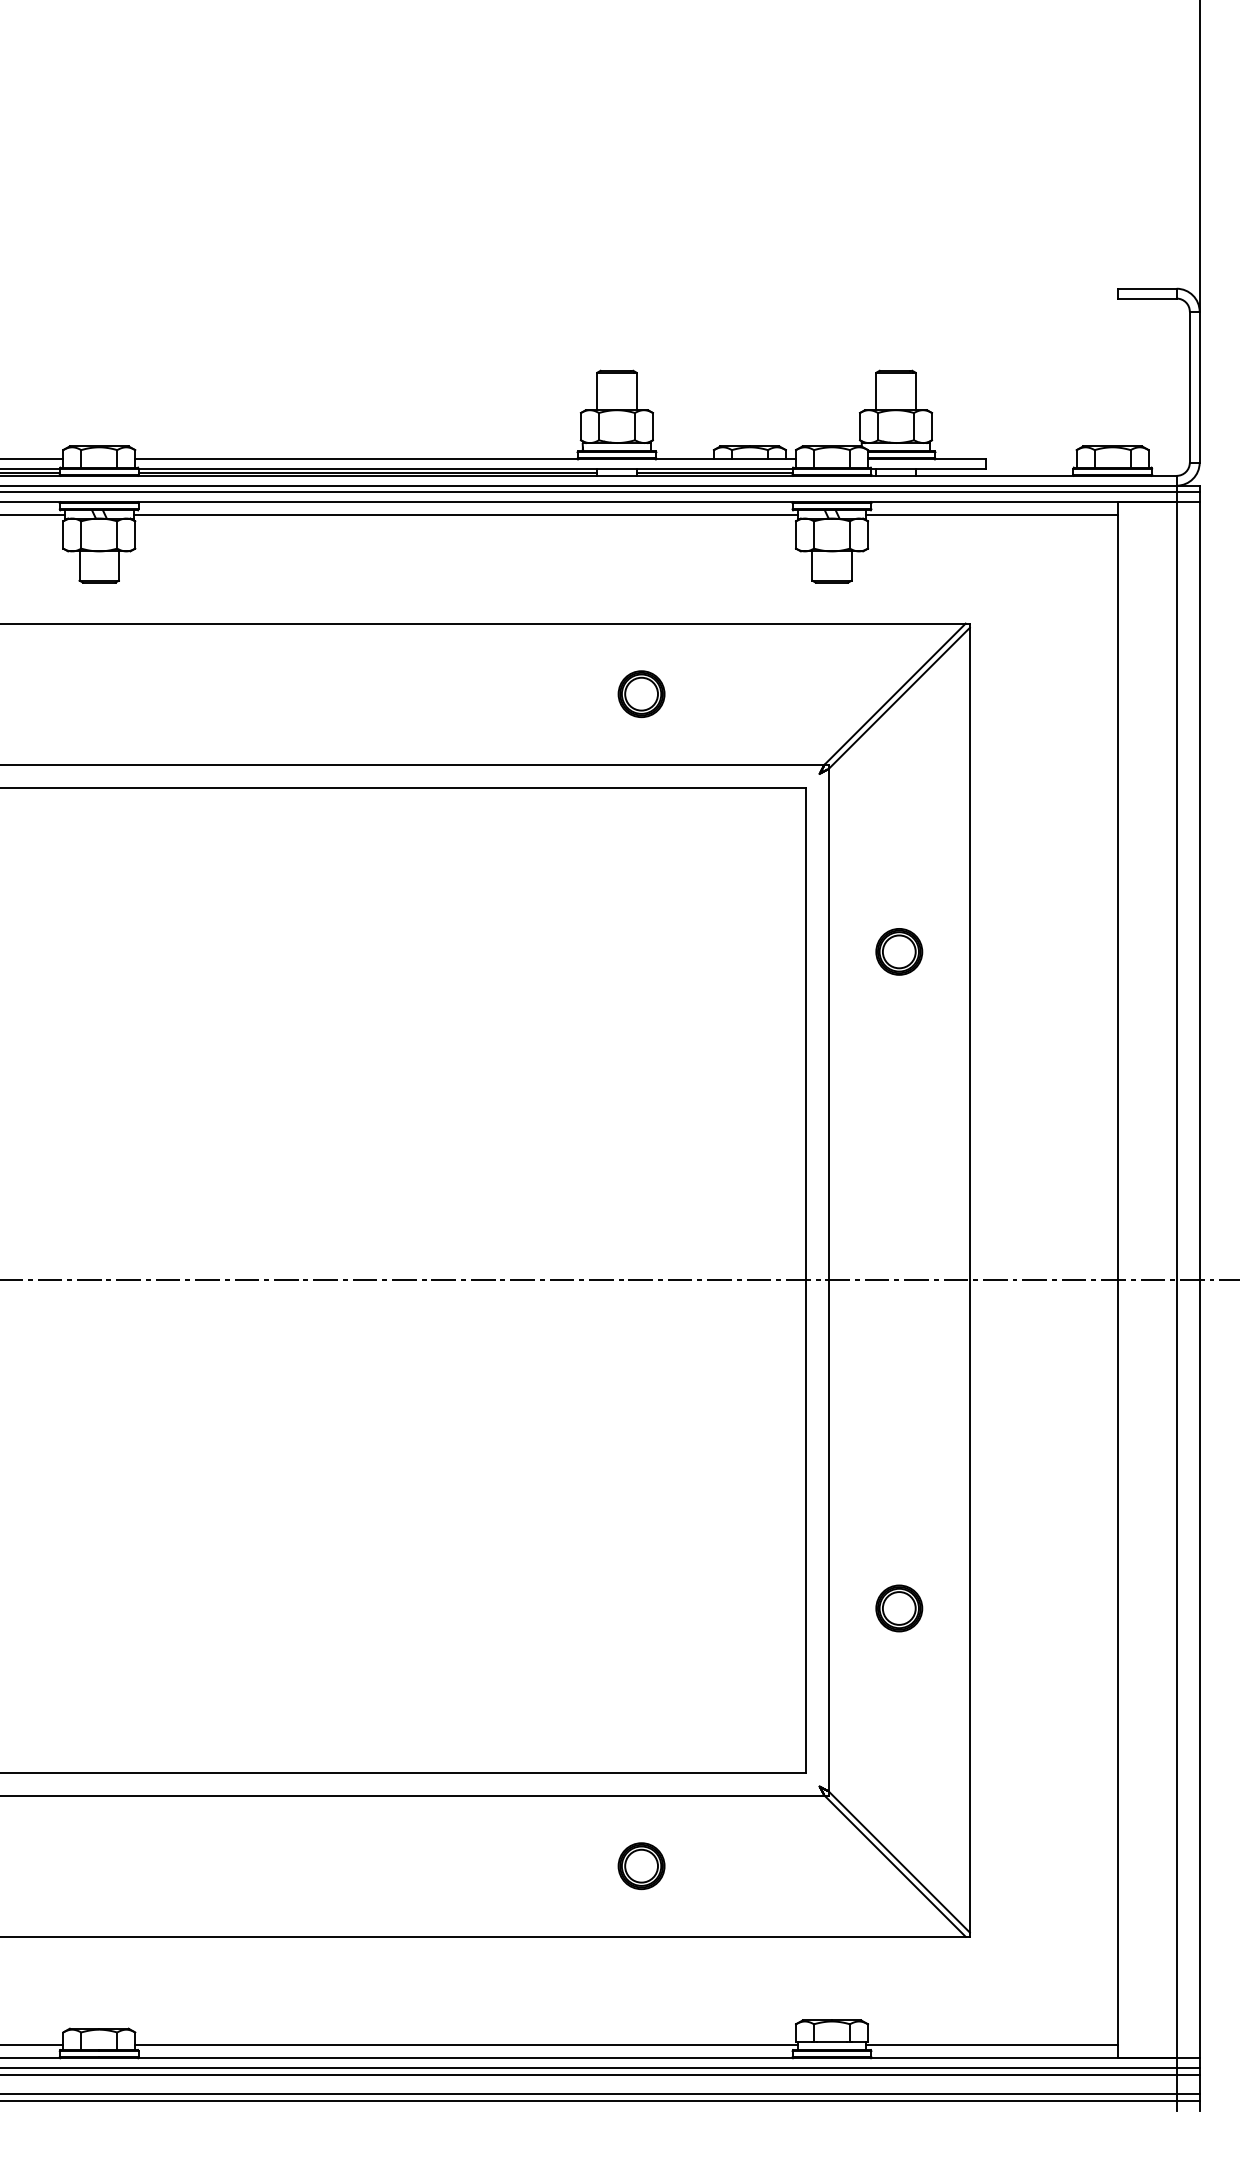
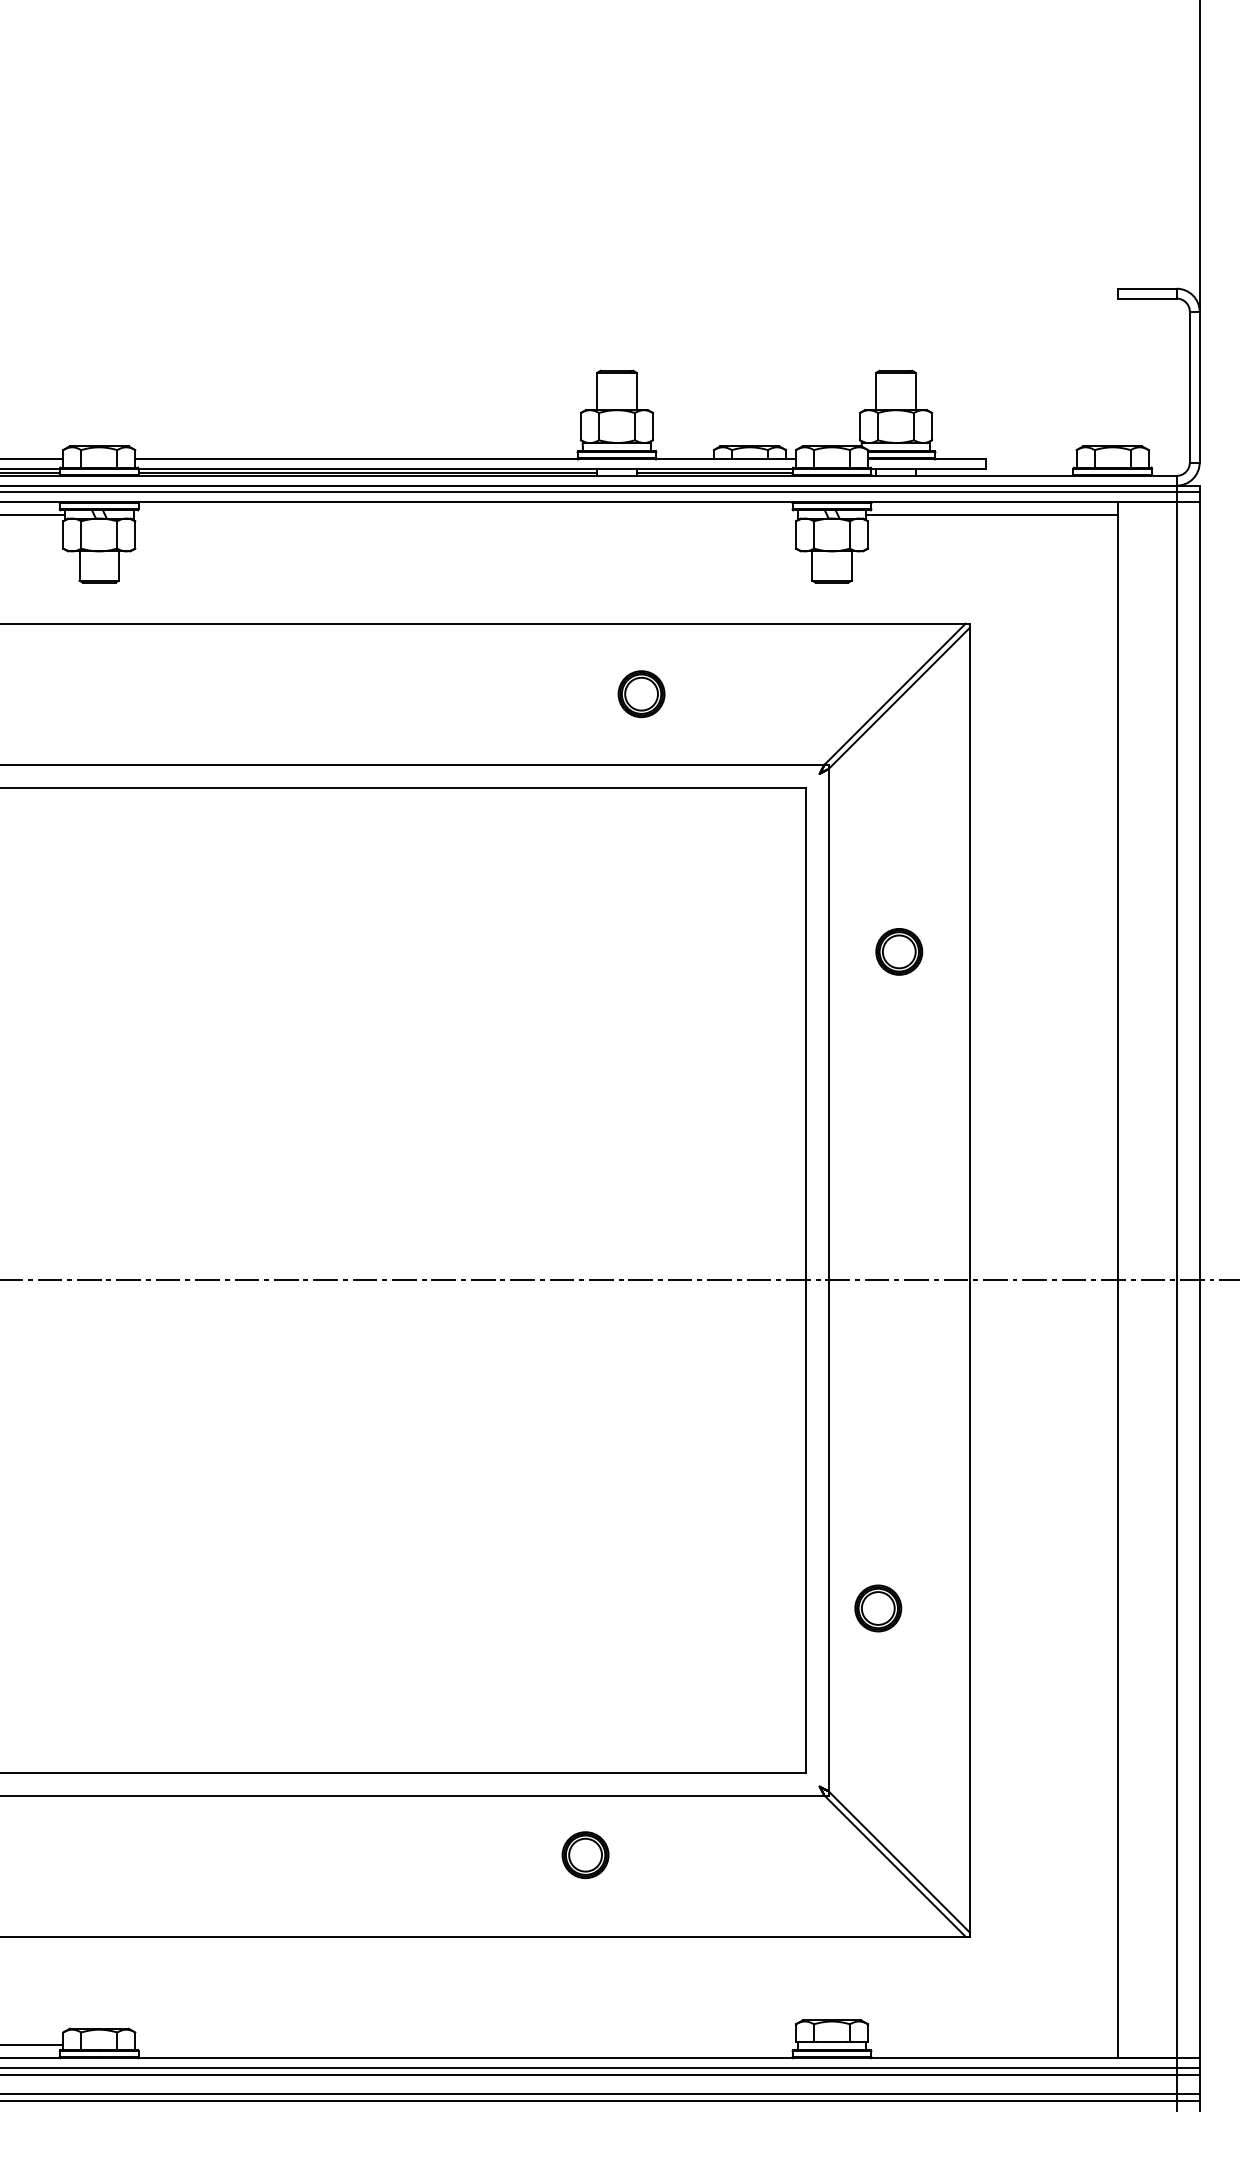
line at (465, 515): present -> none
part at (899, 1608) position: (899, 1608) -> (878, 1608)
part at (641, 1866) position: (641, 1866) -> (585, 1855)
line at (466, 2045): present -> none
line at (991, 2045): present -> none
